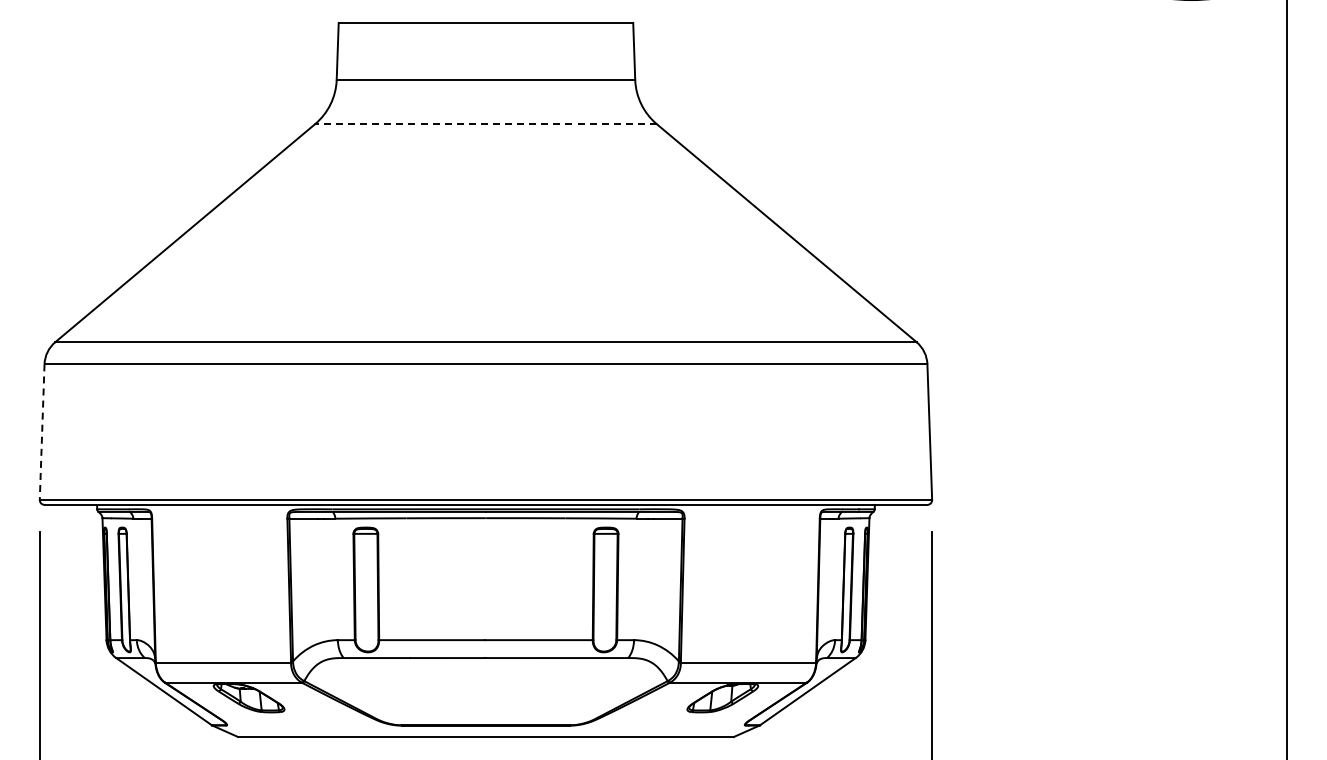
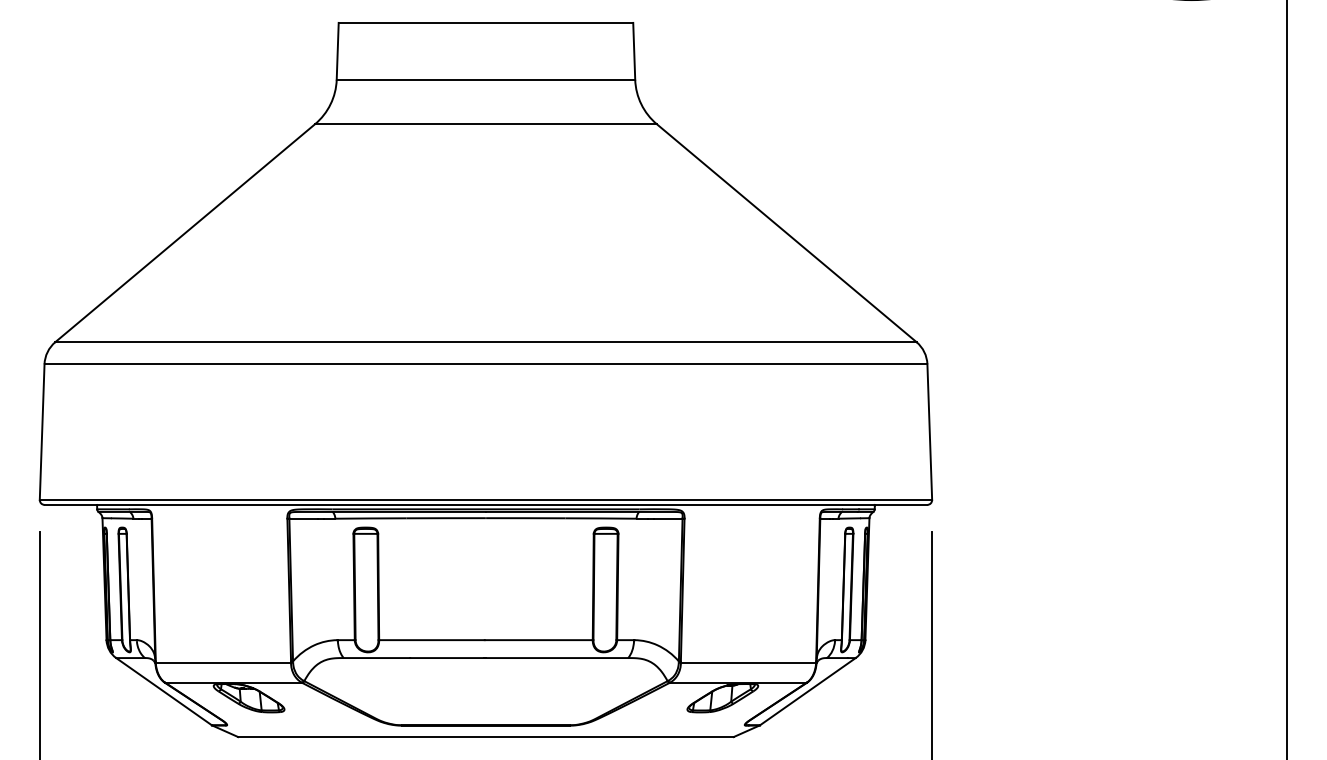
line at (485, 124): dashed -> solid
line at (42, 432): dashed -> solid
